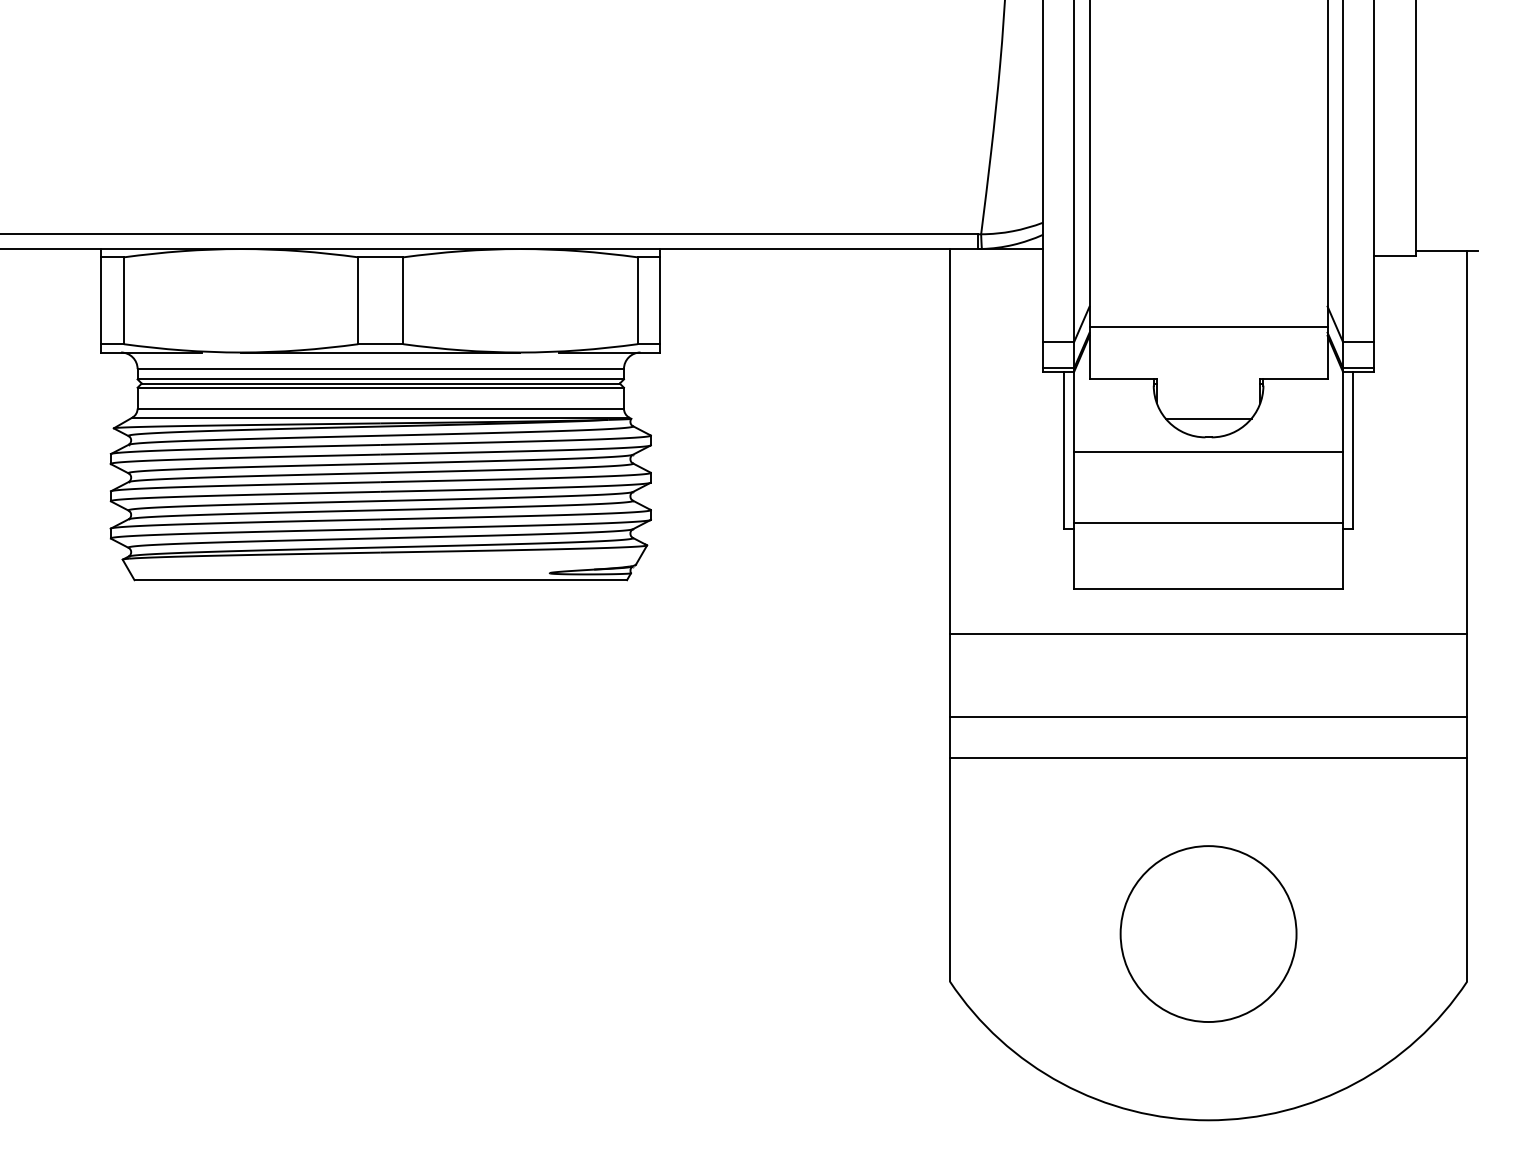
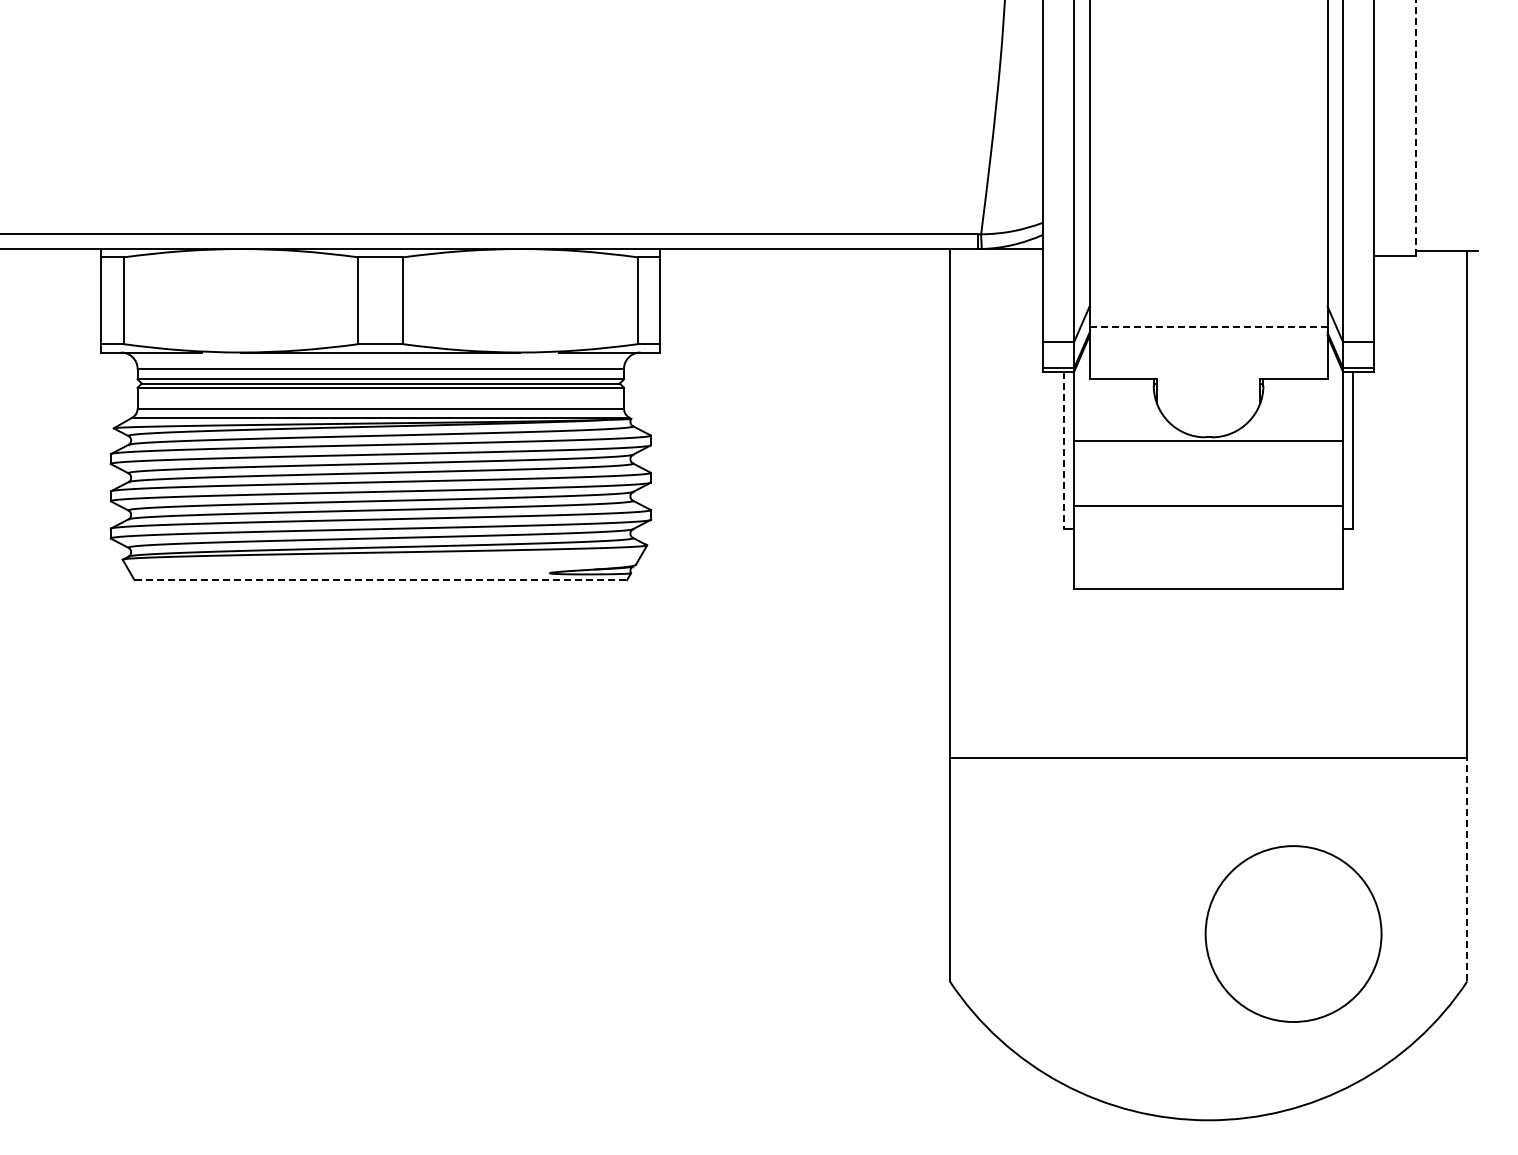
line at (1415, 128): solid -> dashed
line at (1208, 326): solid -> dashed
line at (1208, 418): present -> none
line at (1063, 450): solid -> dashed
line at (1208, 451) position: (1208, 451) -> (1208, 440)
line at (1208, 523) position: (1208, 523) -> (1208, 506)
line at (381, 580): solid -> dashed
line at (1208, 633): present -> none
line at (1208, 716): present -> none
line at (1467, 869): solid -> dashed
circle at (1208, 933) position: (1208, 933) -> (1293, 933)
